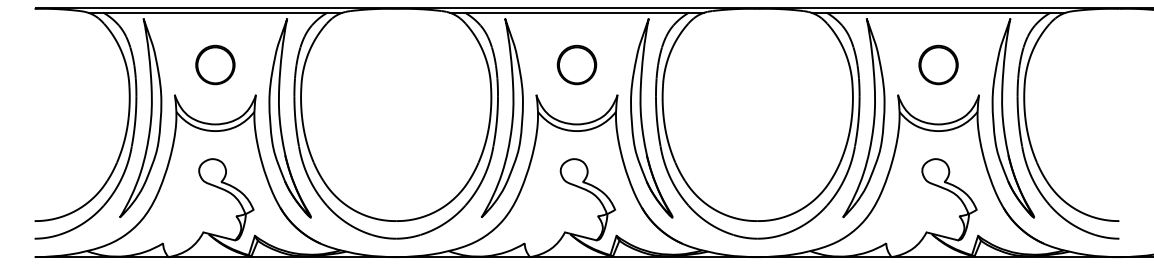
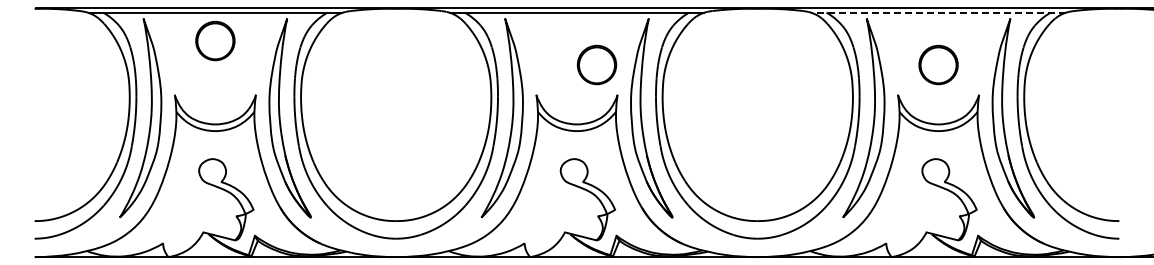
line at (938, 12): solid -> dashed
part at (215, 64) position: (215, 64) -> (215, 40)
part at (576, 64) position: (576, 64) -> (596, 64)
